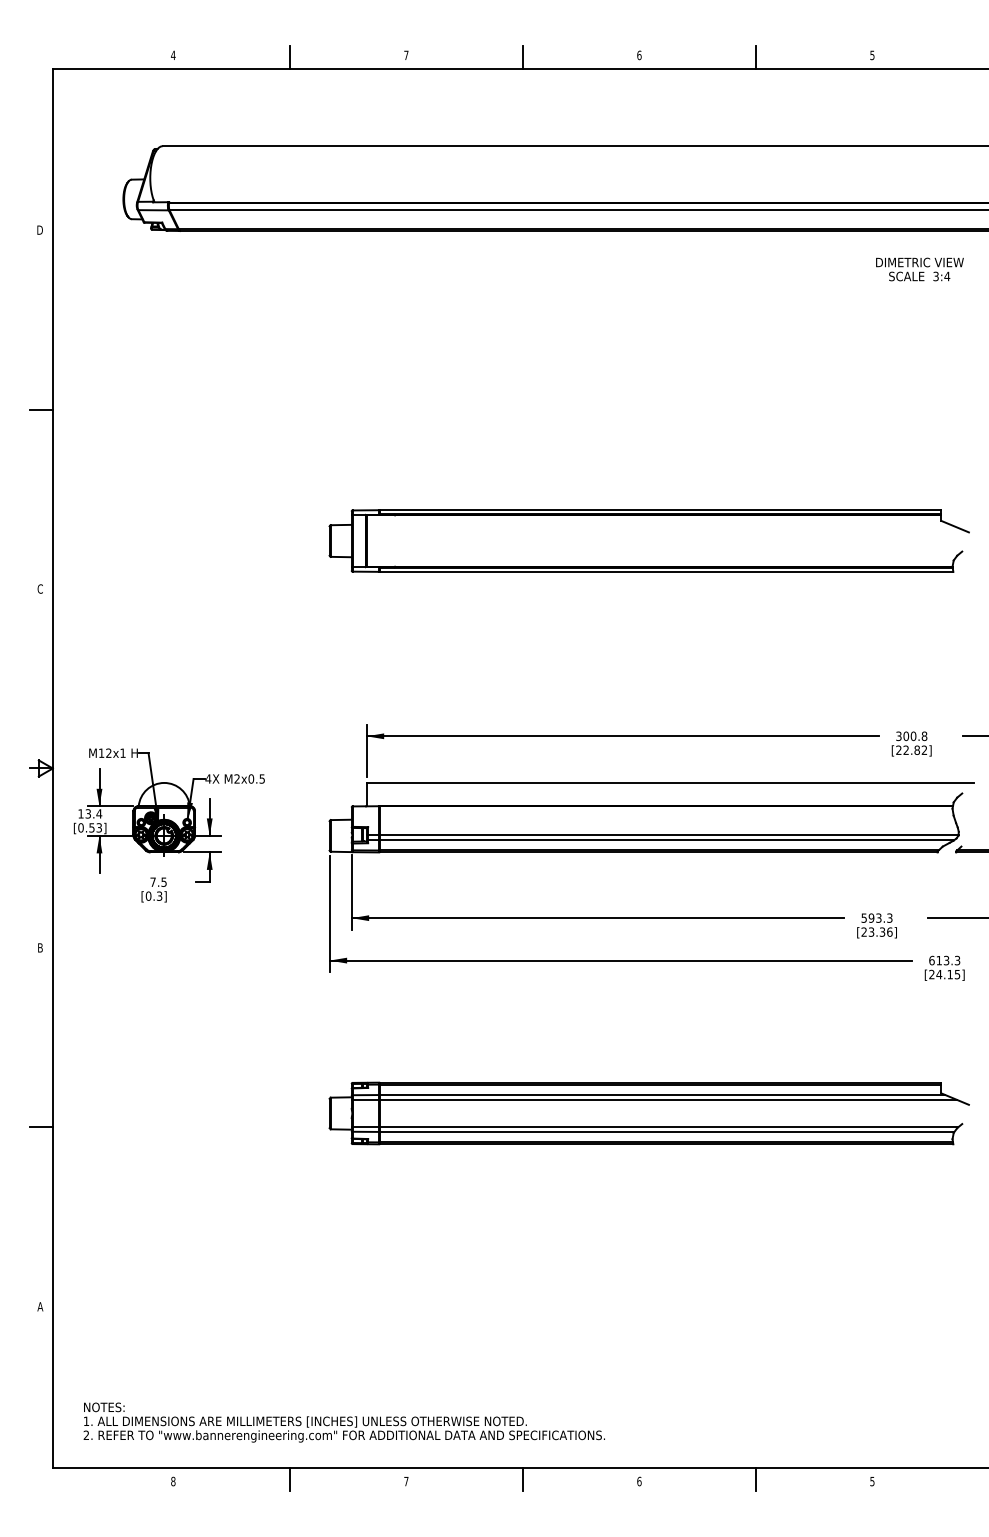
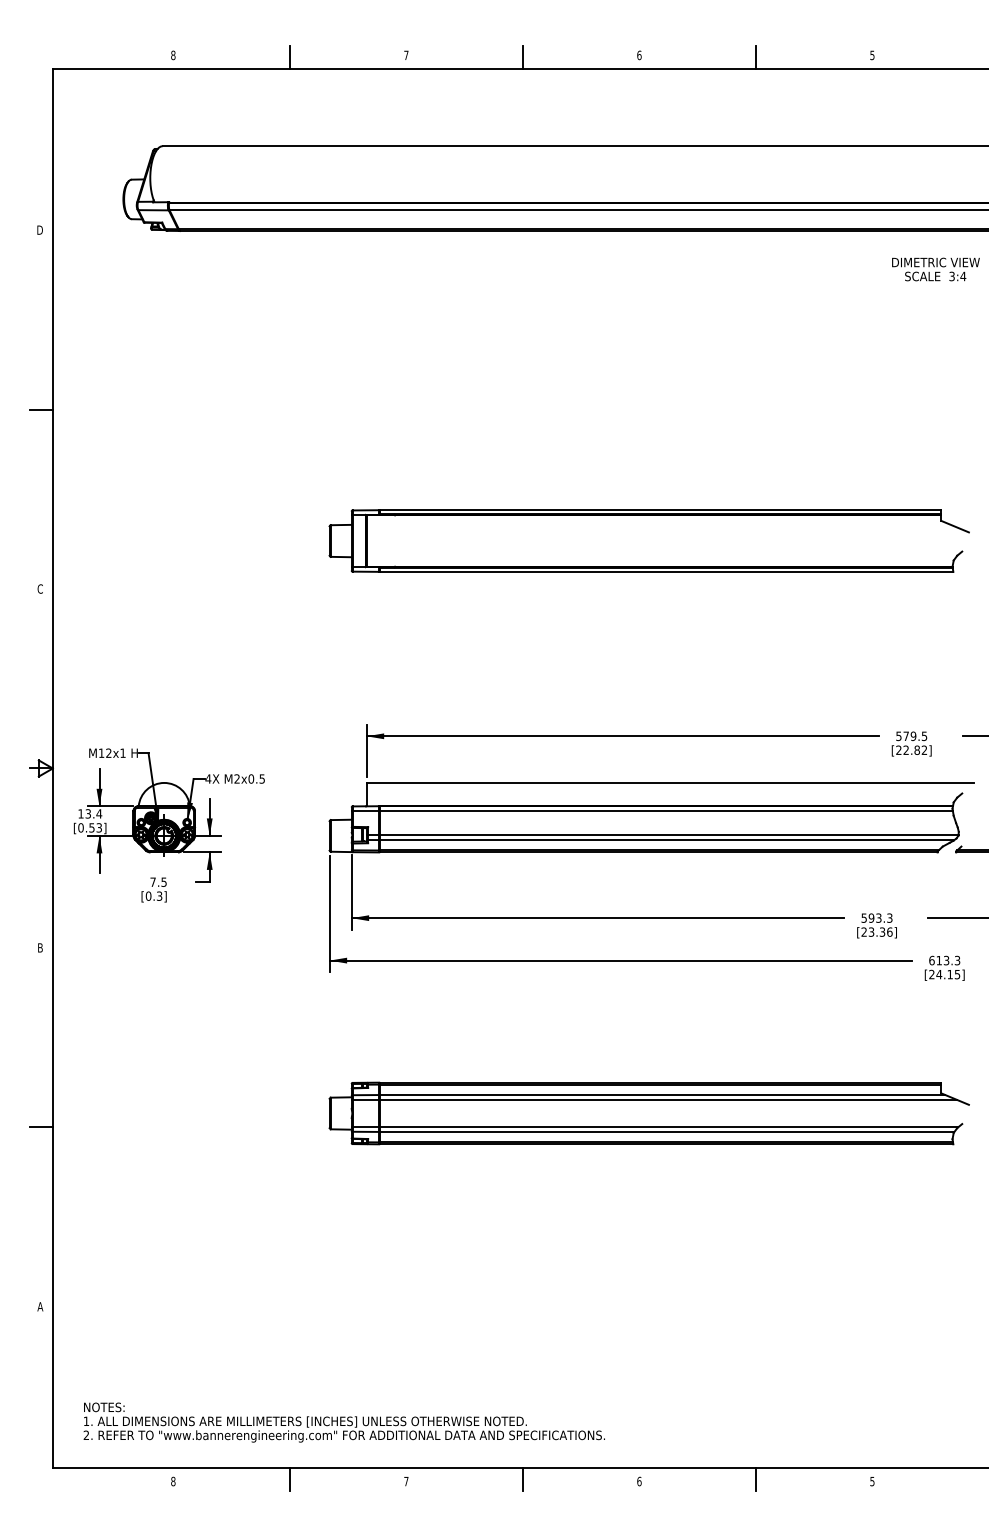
text at (173, 55): 4 -> 8
text at (919, 269) position: (919, 269) -> (935, 269)
text at (911, 736): 300.8 -> 579.5
line at (651, 811): none -> present
